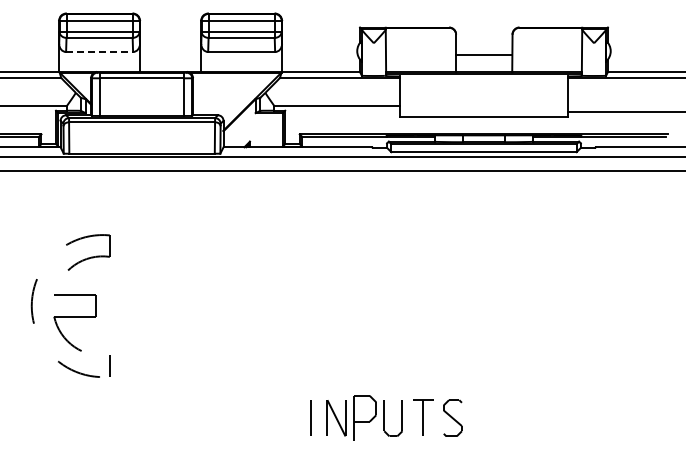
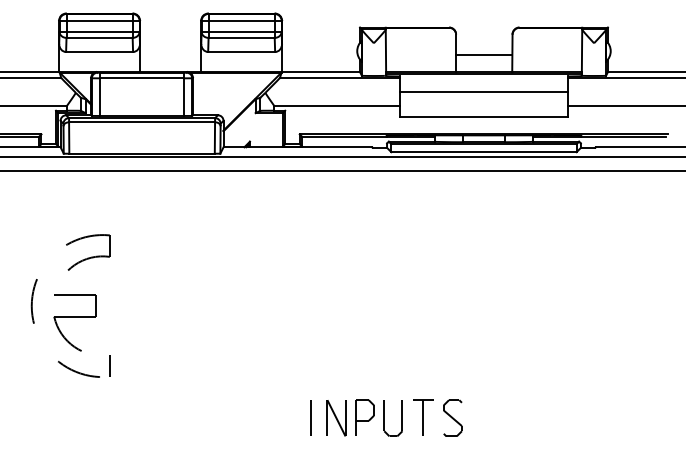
line at (100, 51): dashed -> solid
line at (483, 91): none -> present
line at (624, 111) position: (624, 111) -> (624, 105)
part at (364, 417) size: 24x46 px -> 20x37 px
